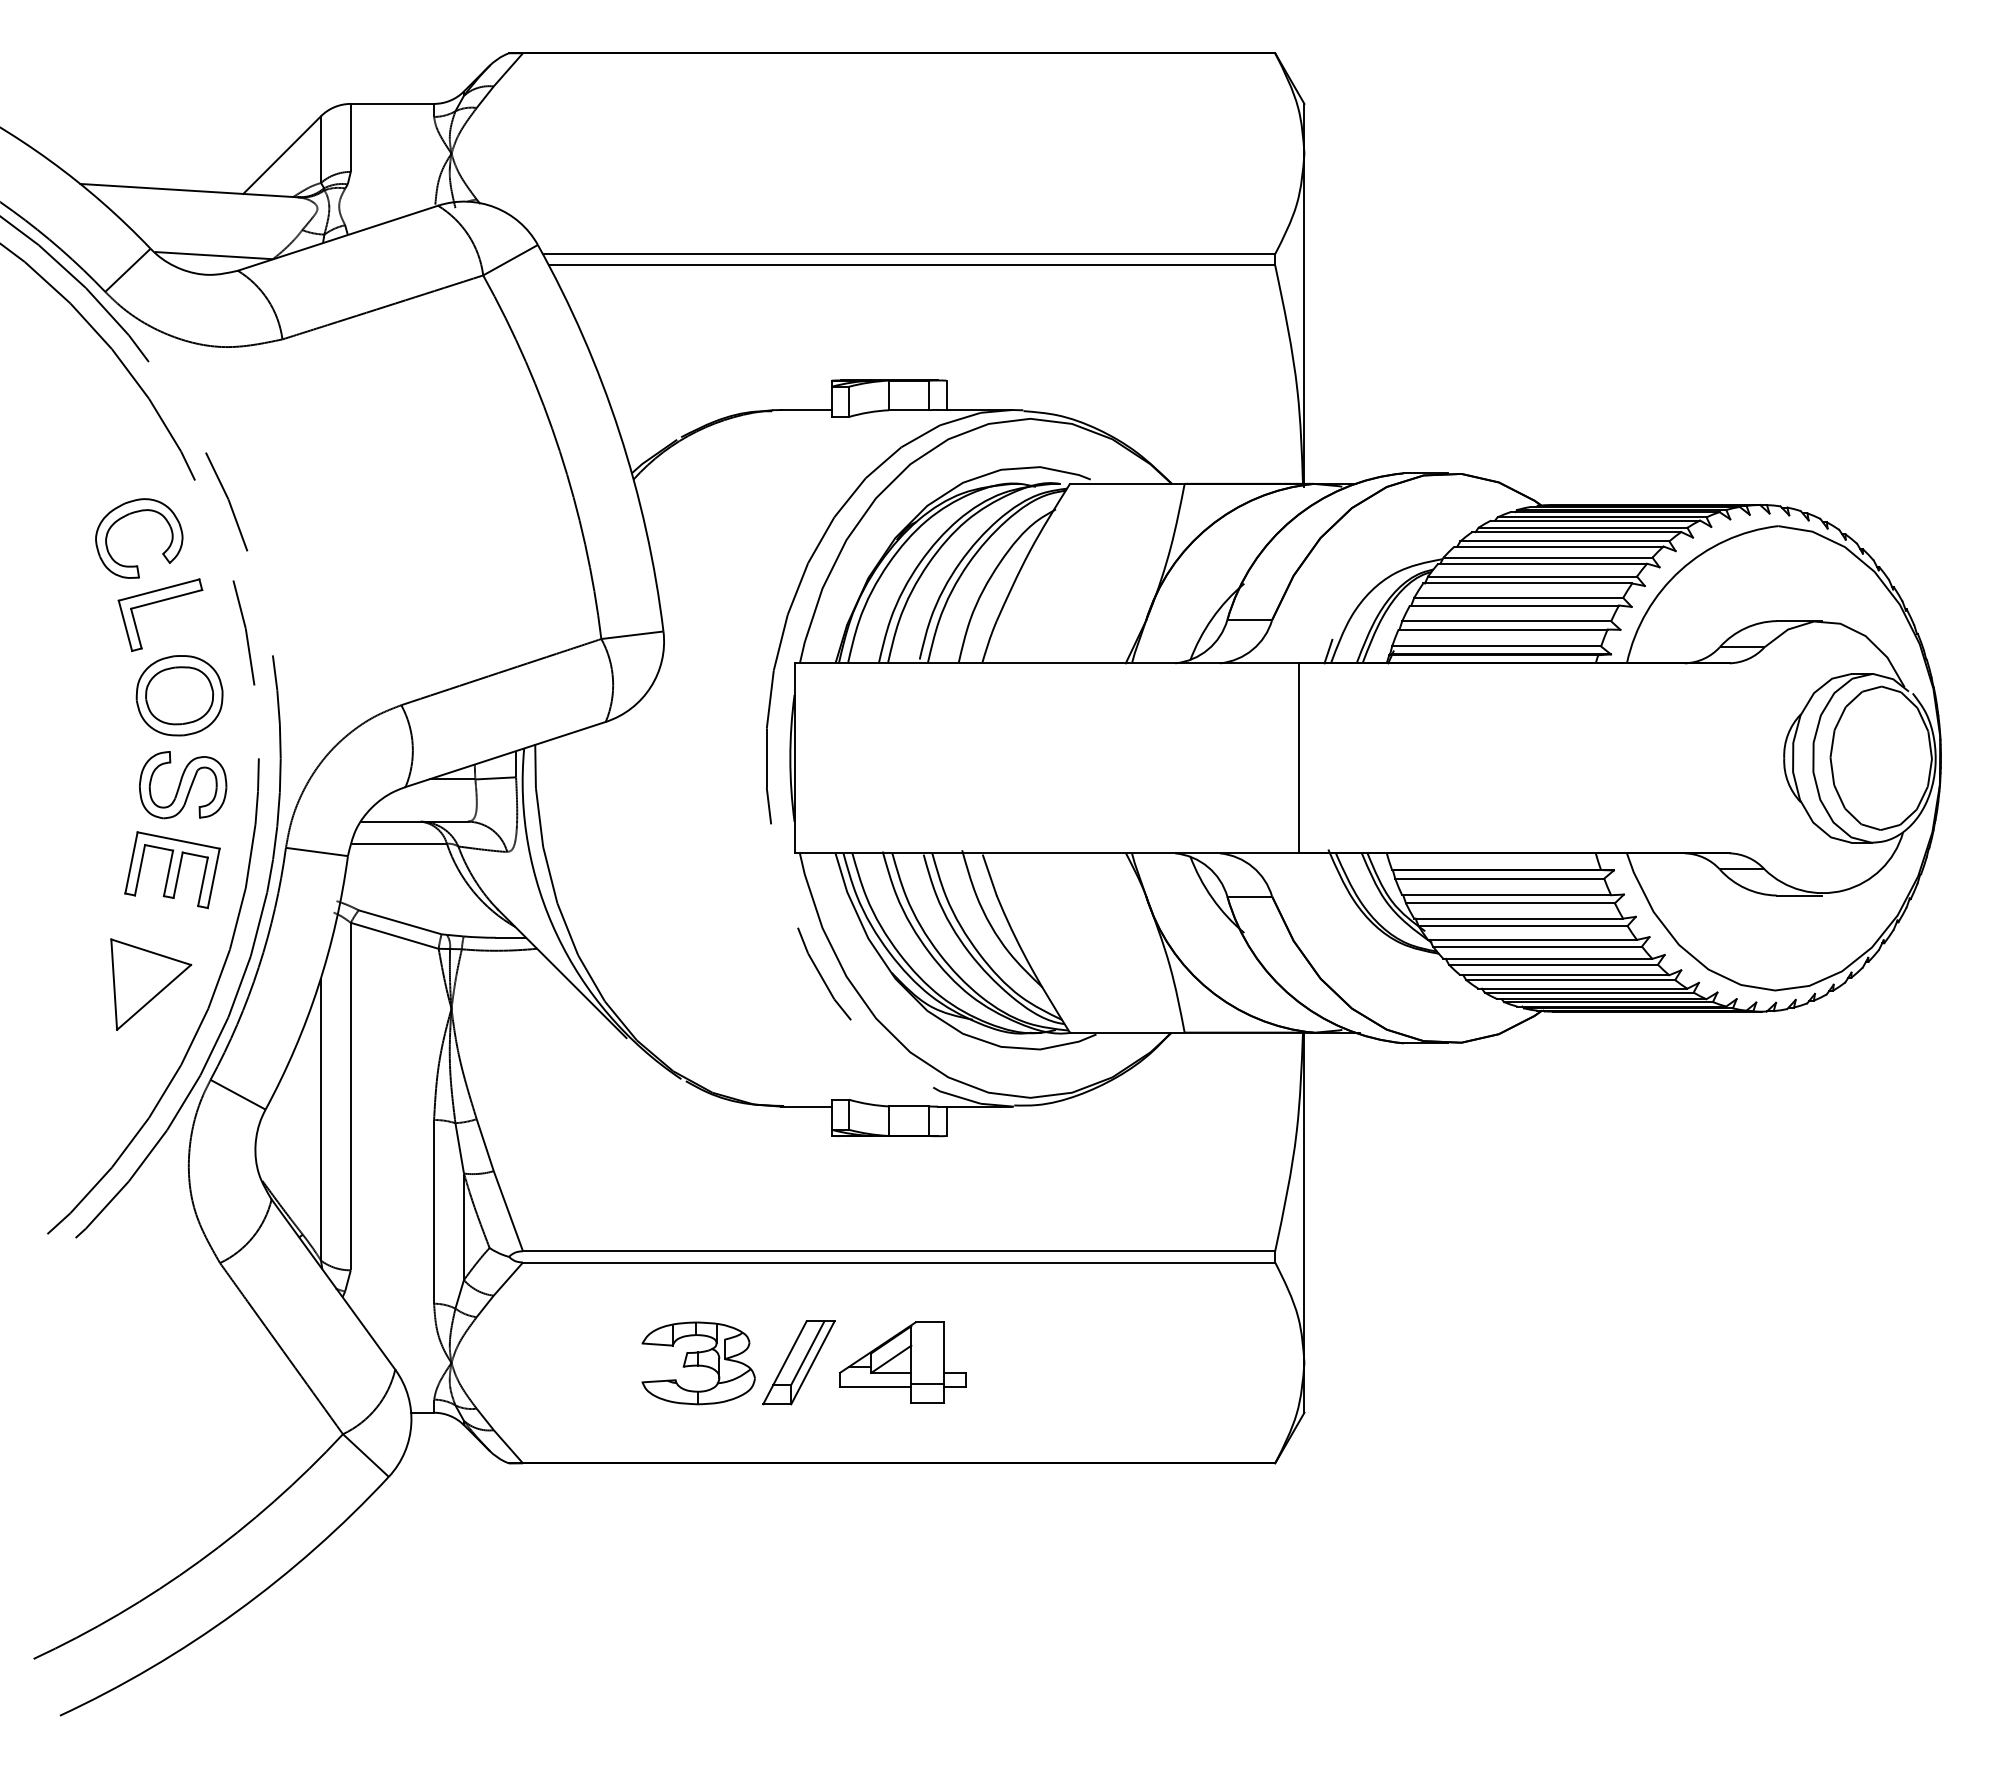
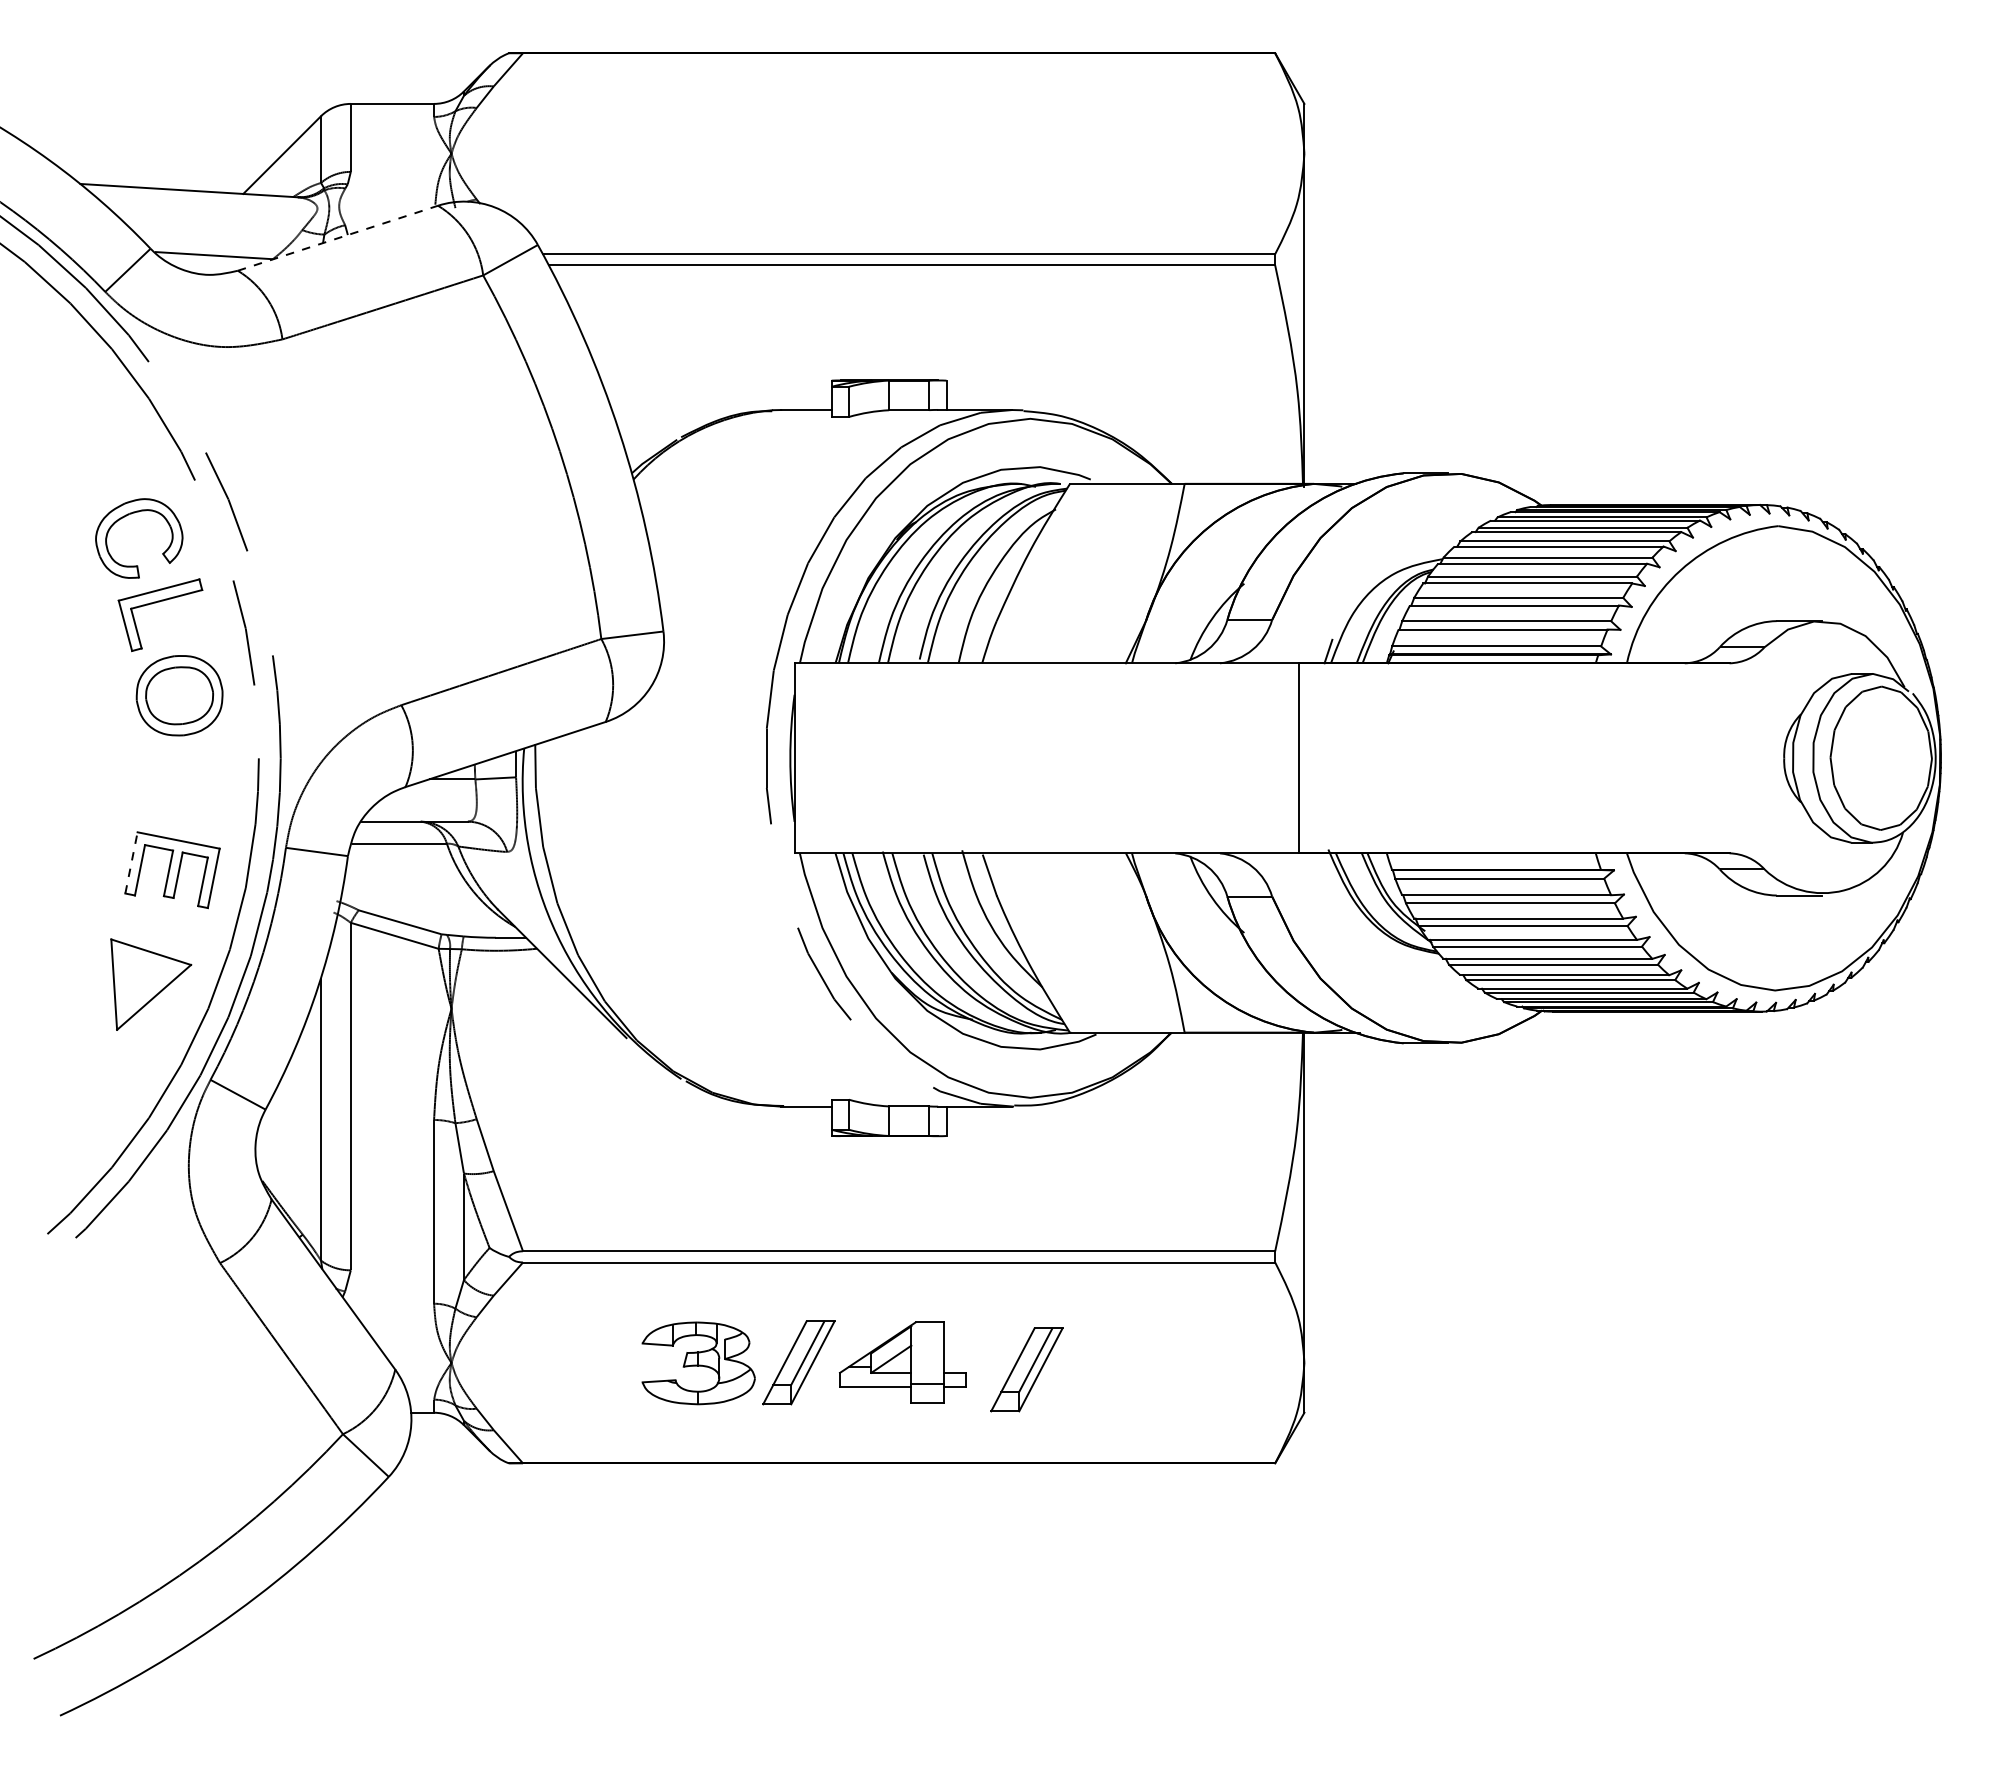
line at (338, 238): solid -> dashed
part at (183, 785): present -> none
line at (131, 862): solid -> dashed
part at (1026, 1369): none -> present
